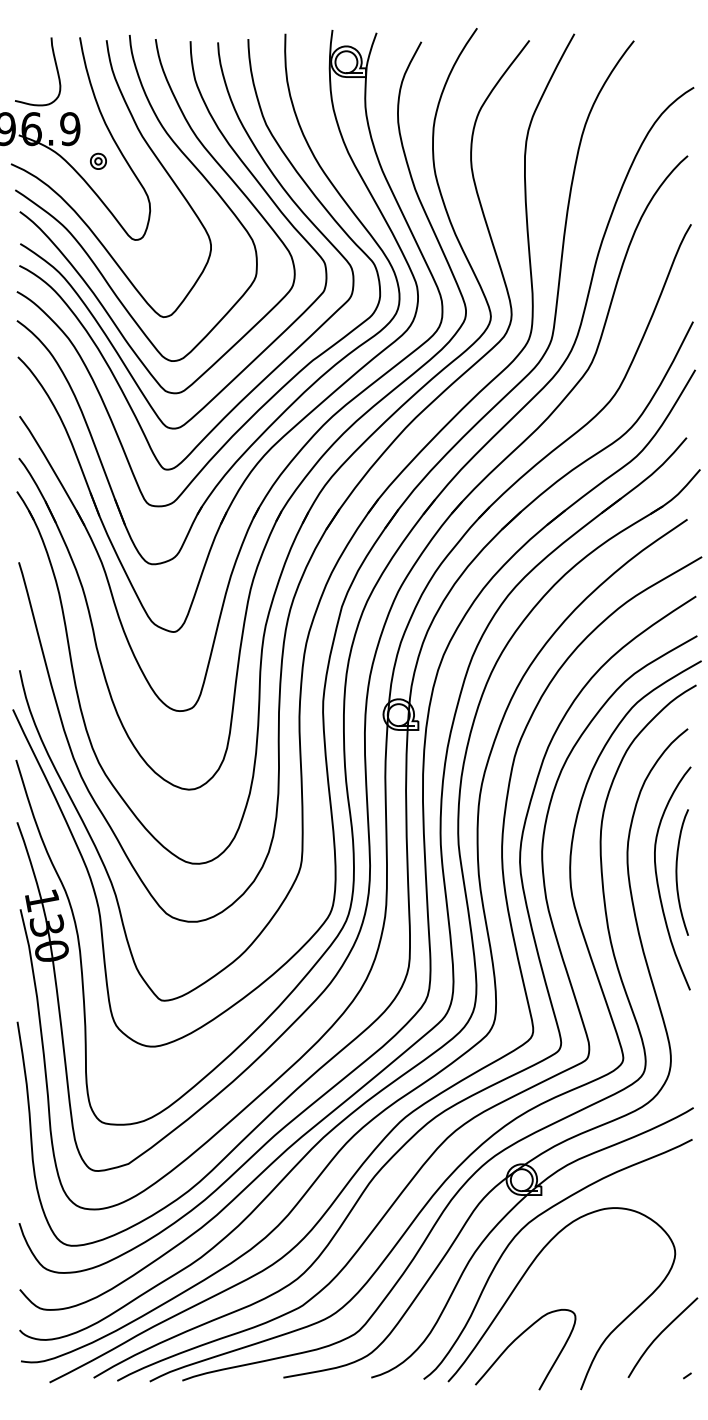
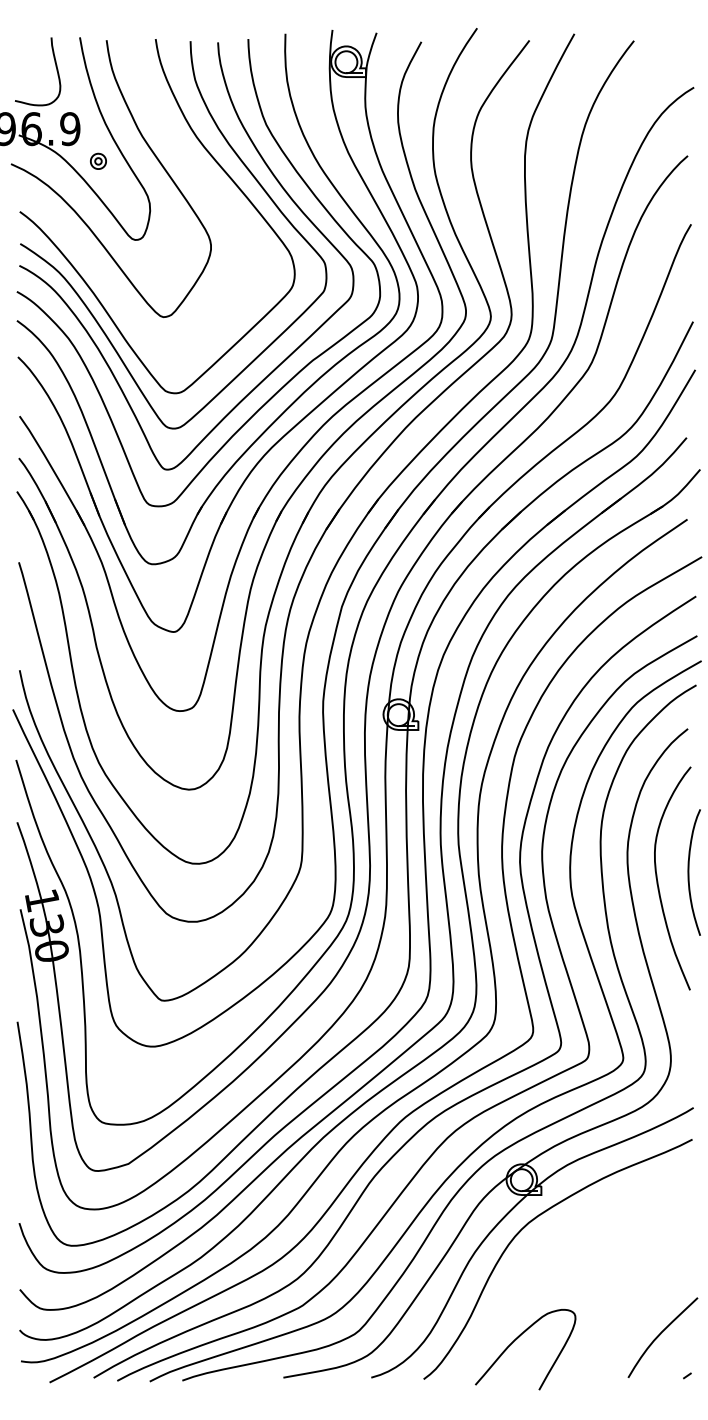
curve at (183, 155): present -> none
curve at (677, 872) position: (677, 872) -> (689, 872)
curve at (525, 1274): present -> none
